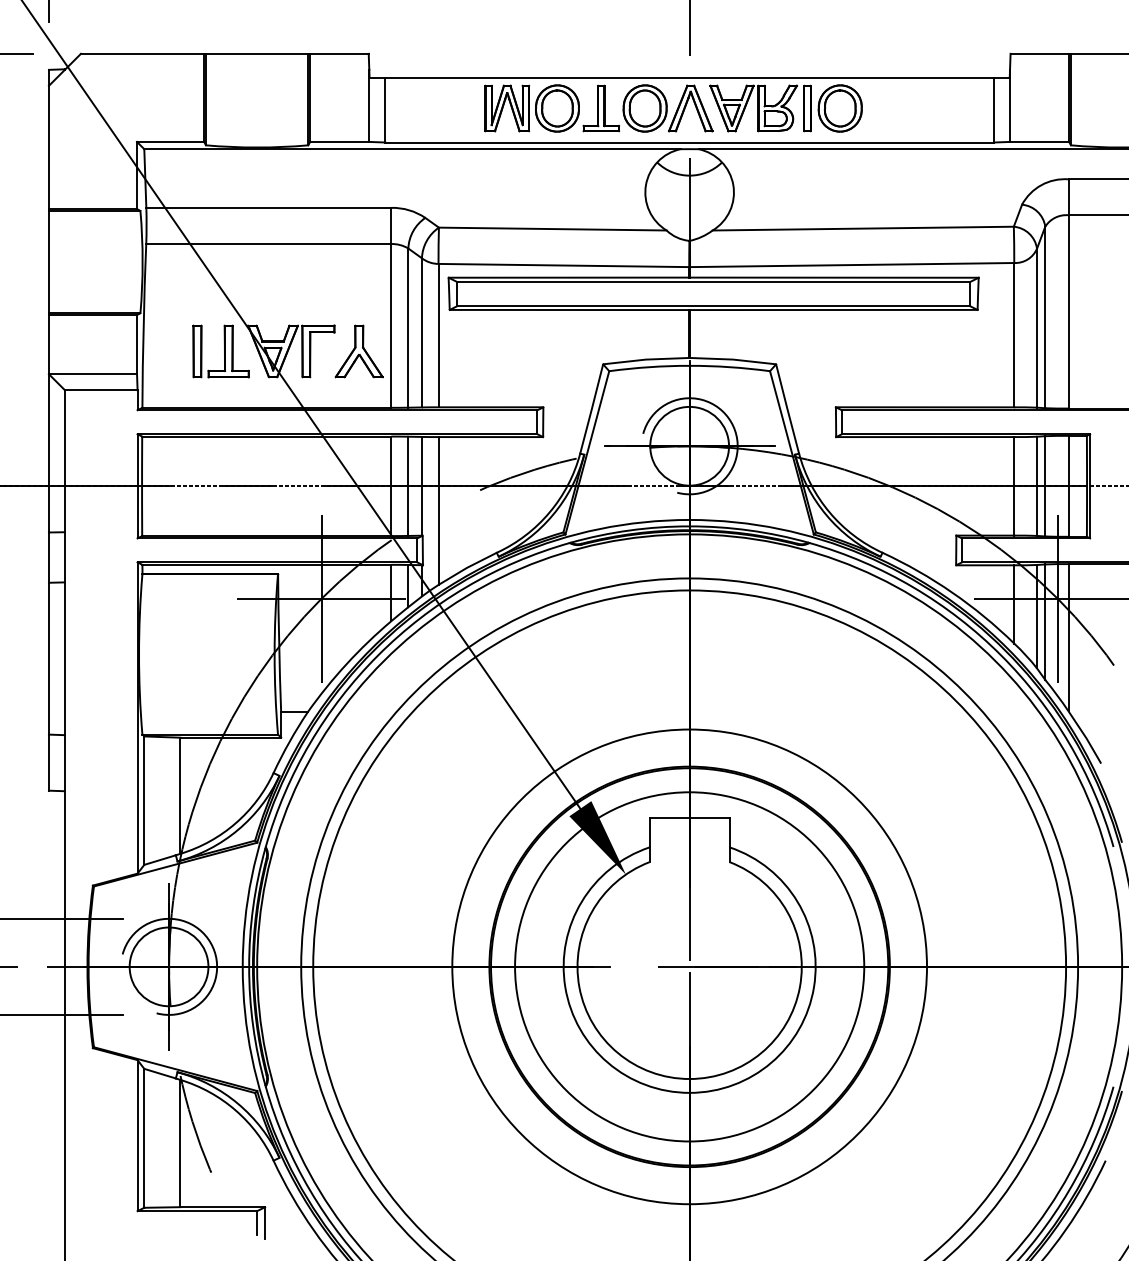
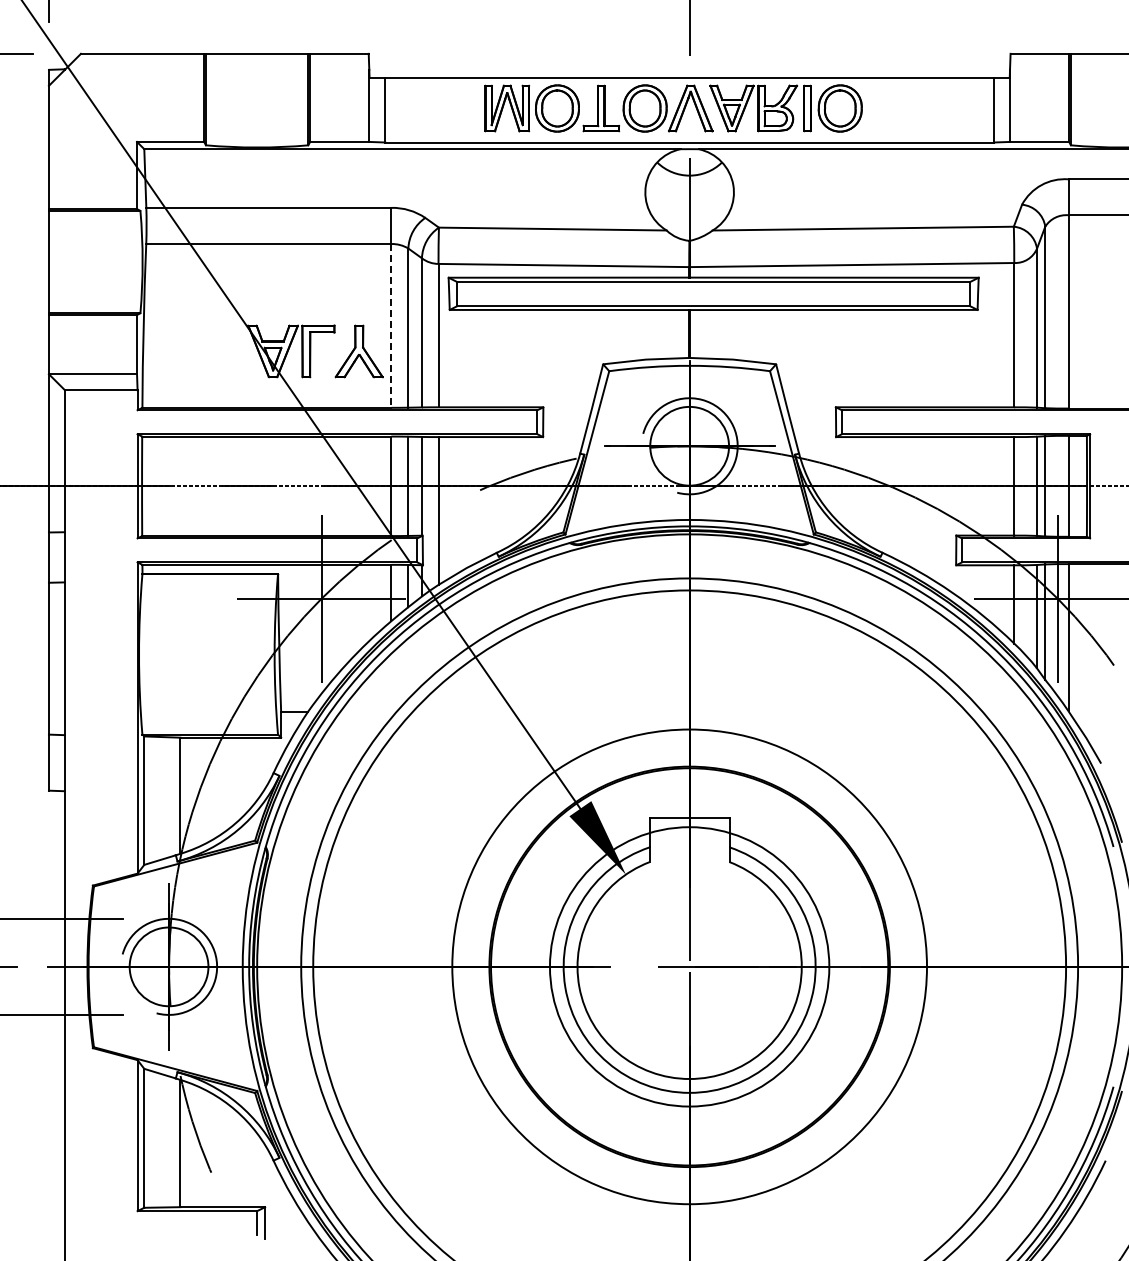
line at (391, 325): solid -> dashed
part at (220, 351): present -> none
circle at (689, 966) diameter: 349 px -> 279 px
